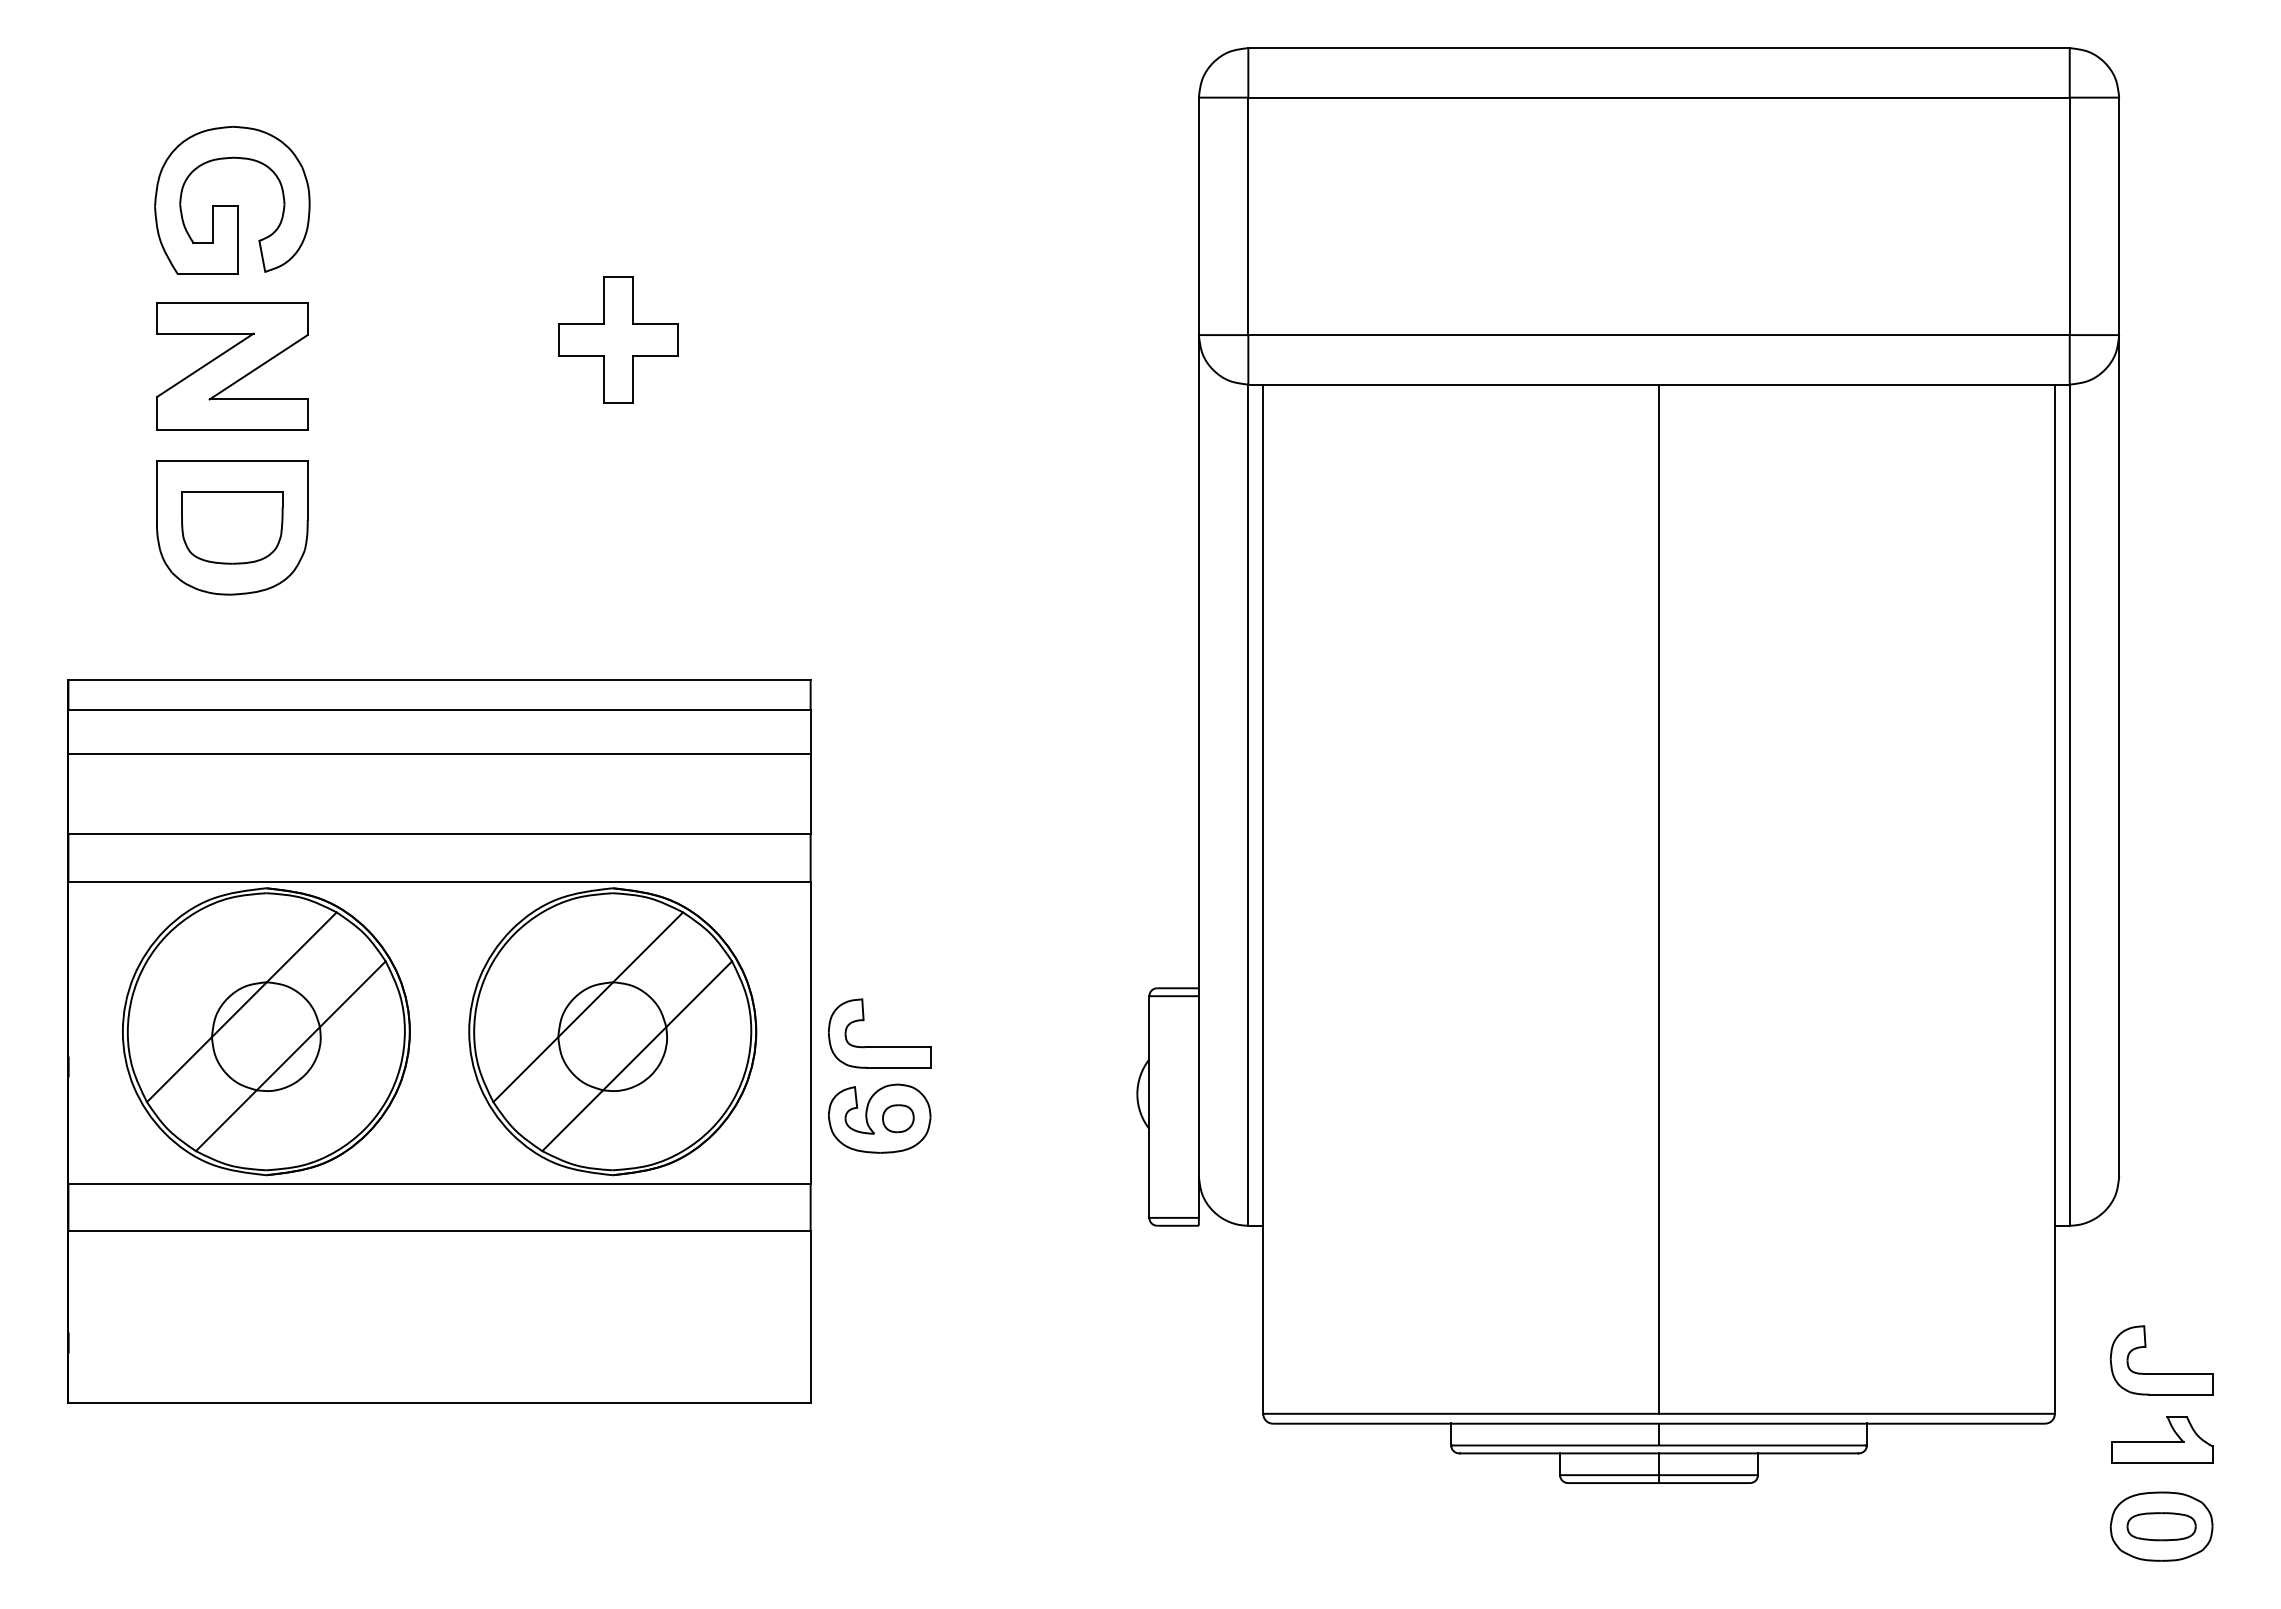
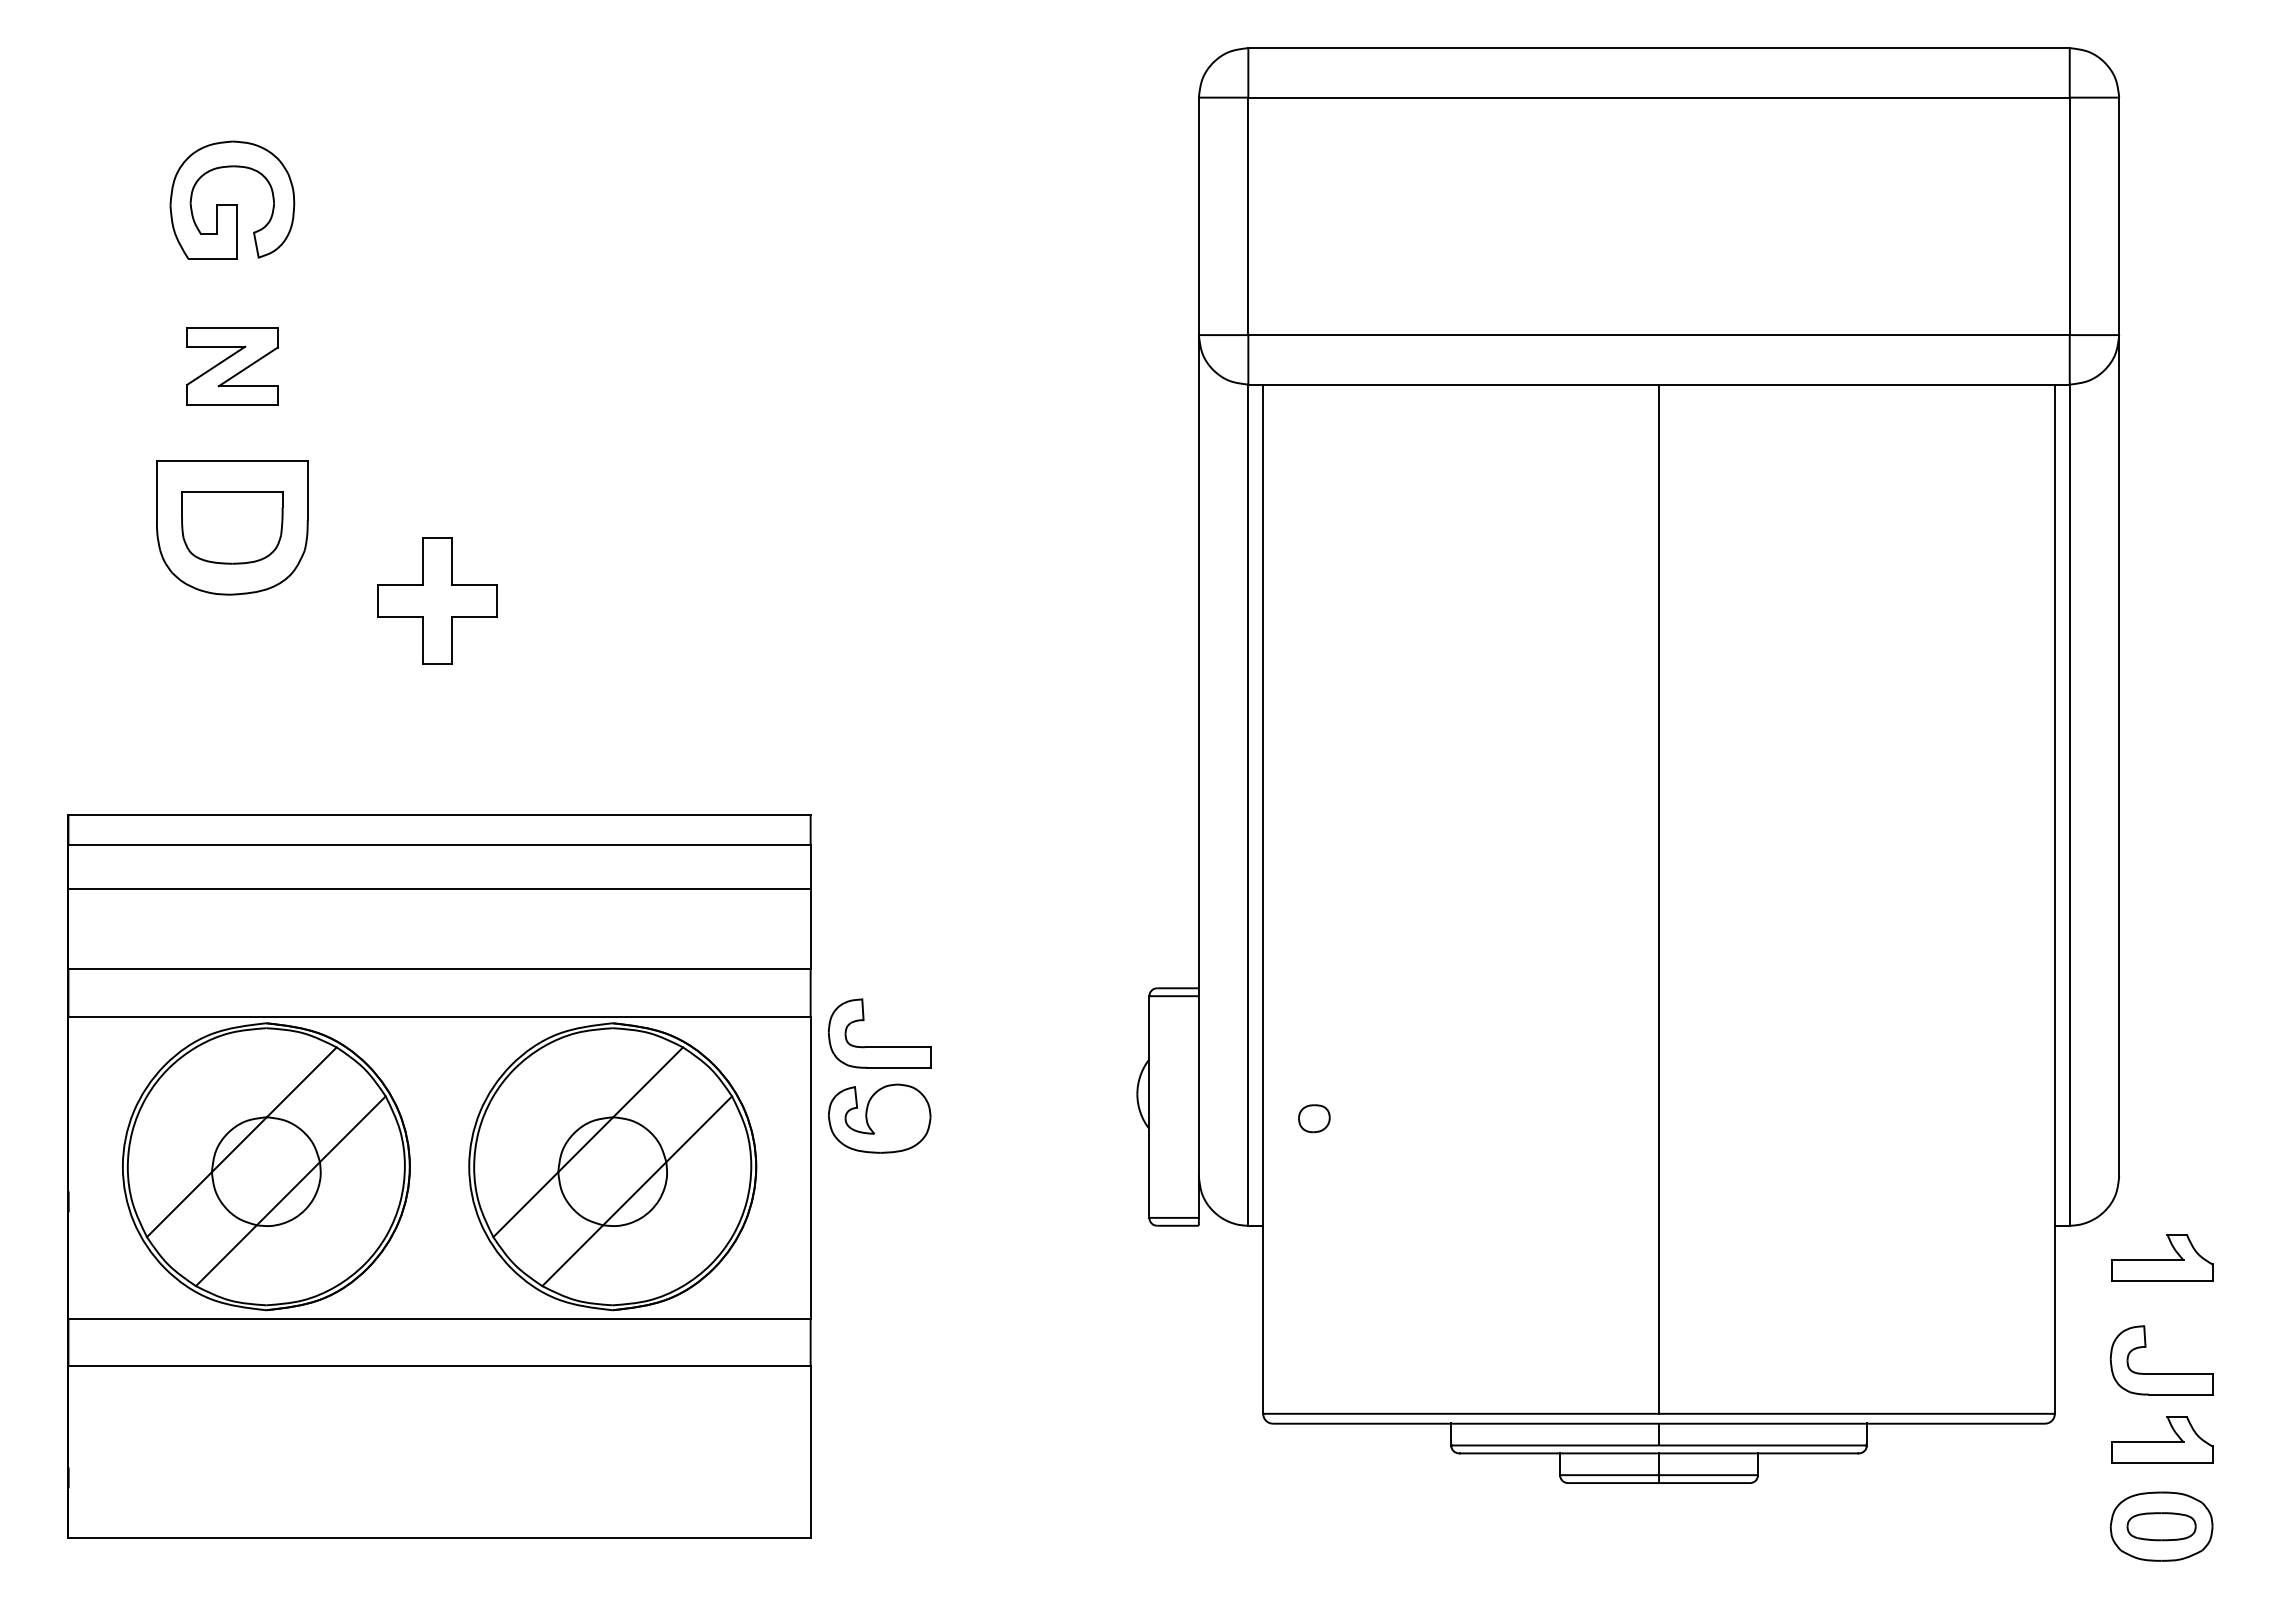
part at (232, 200) size: 157x149 px -> 127x120 px
part at (618, 339) position: (618, 339) -> (437, 600)
part at (232, 366) size: 153x129 px -> 93x79 px
part at (439, 1041) position: (439, 1041) -> (439, 1176)
part at (898, 1118) position: (898, 1118) -> (1314, 1118)
part at (2162, 1257): none -> present
